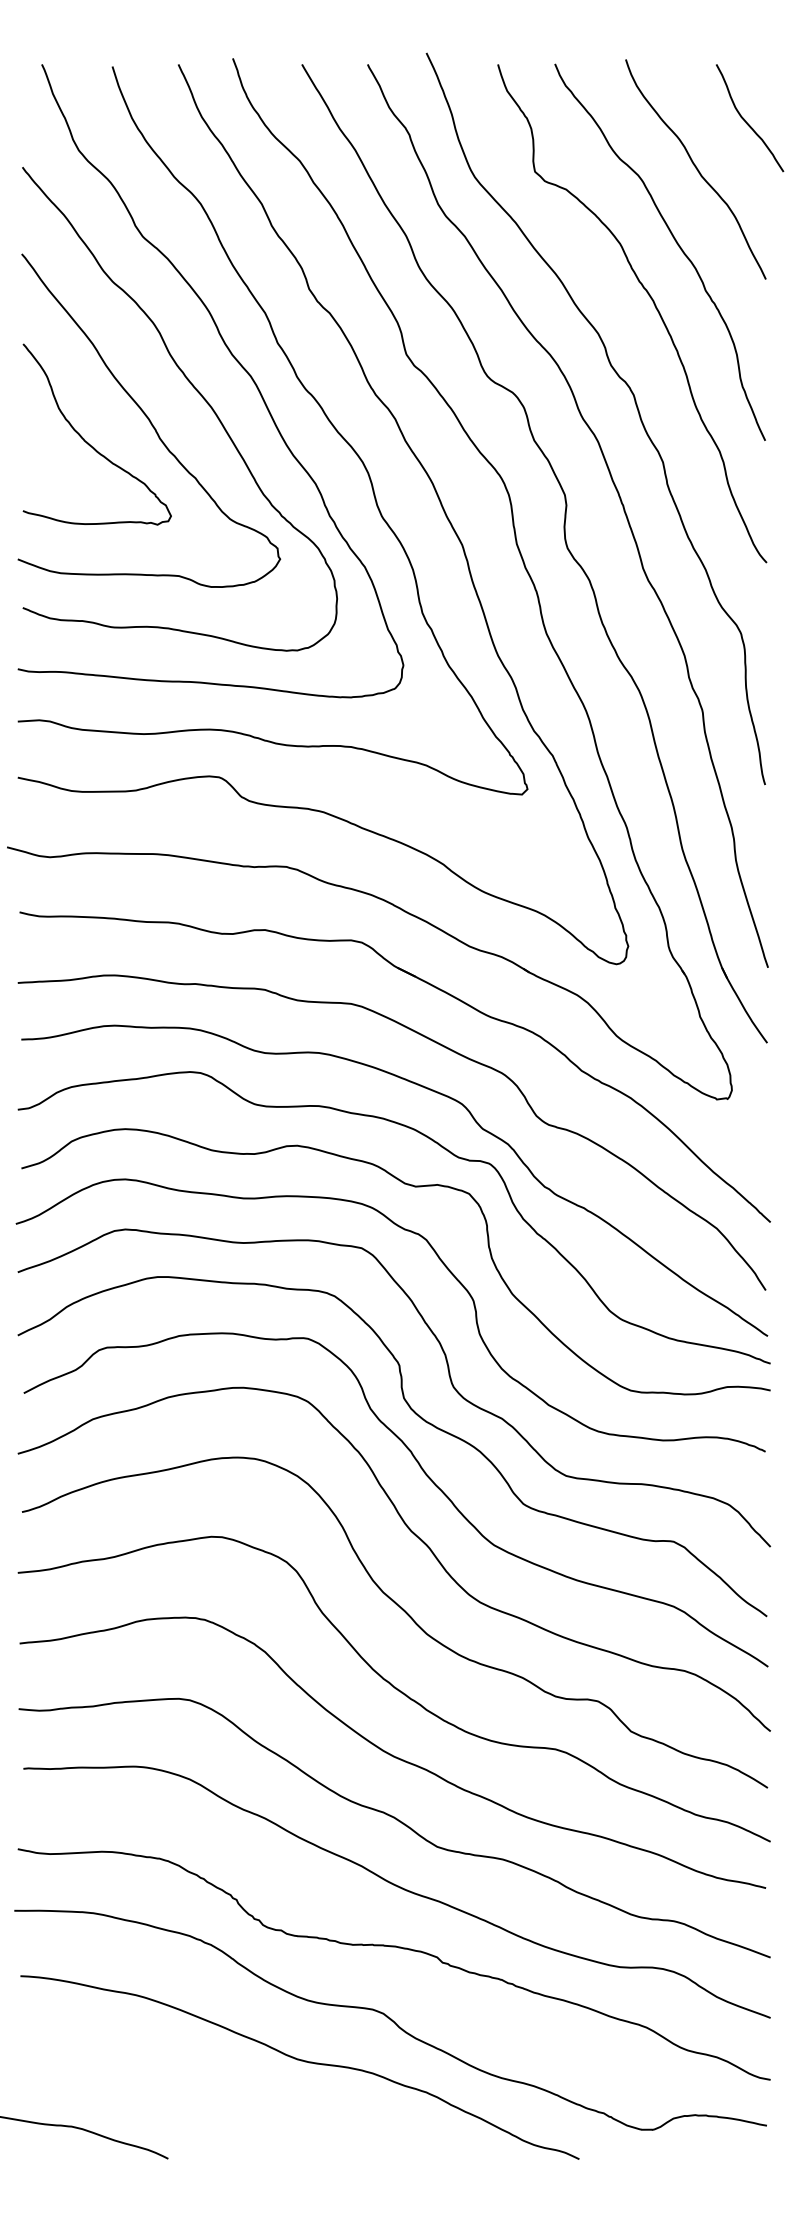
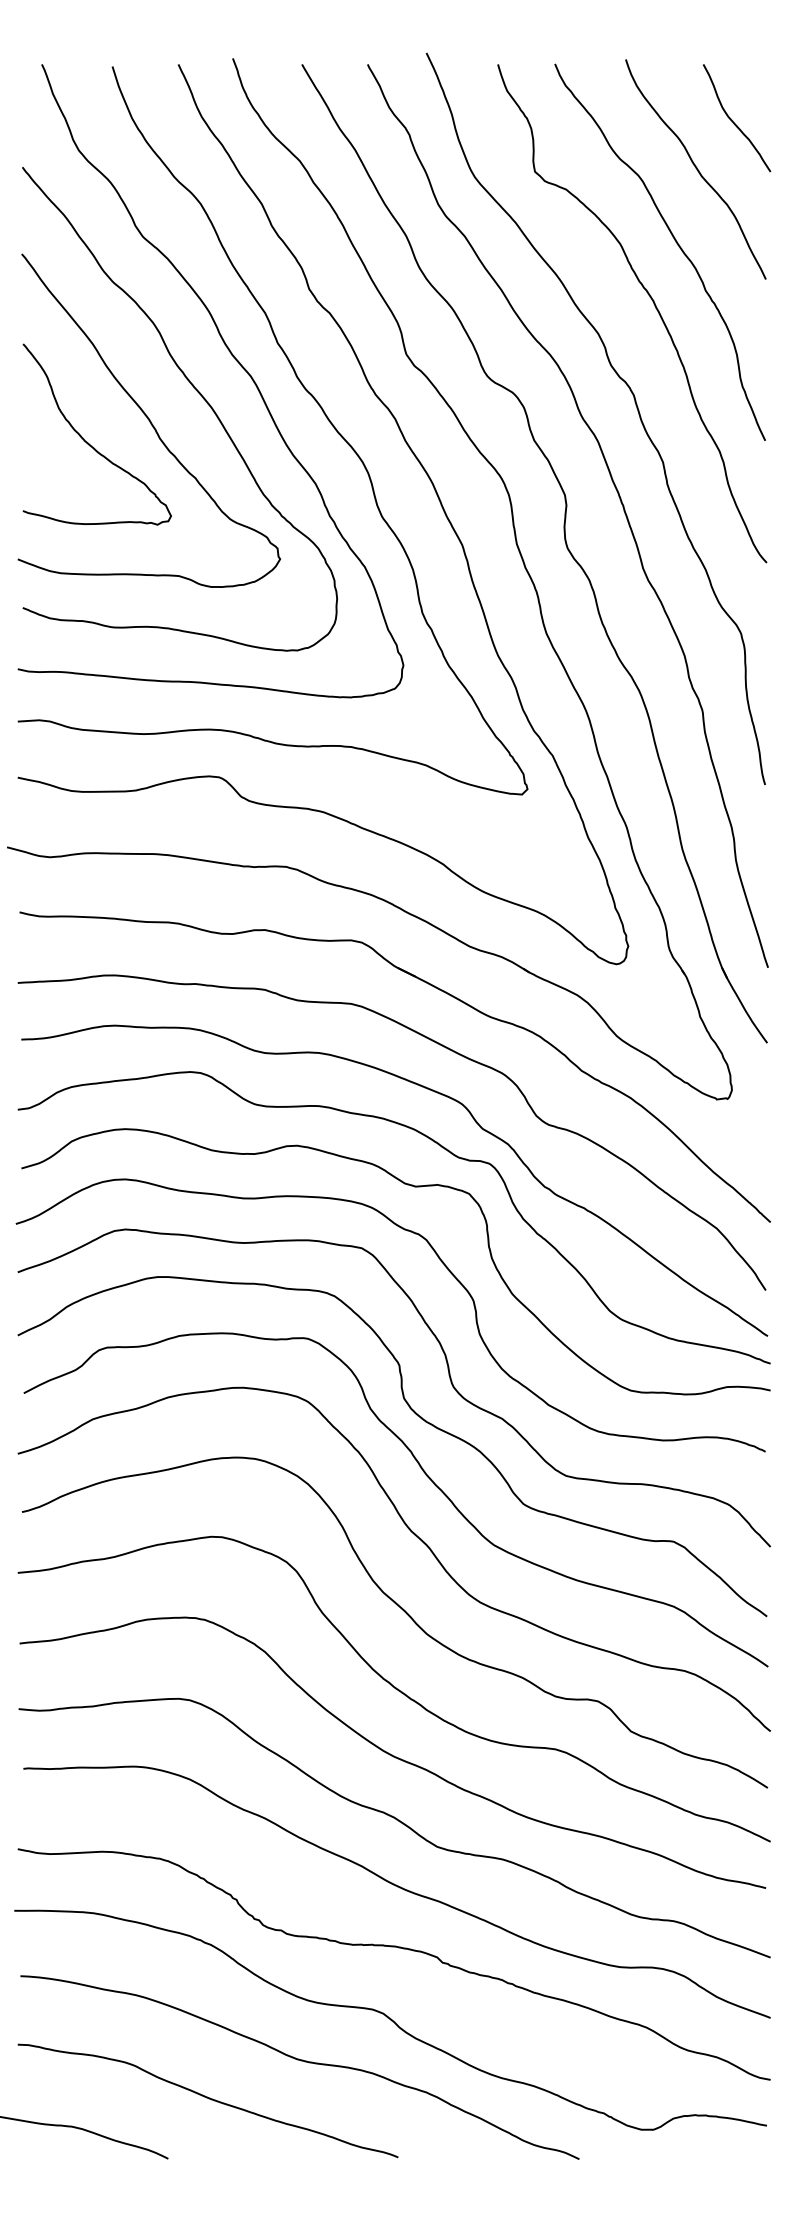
curve at (746, 121) position: (746, 121) -> (733, 121)
curve at (207, 2098): none -> present
